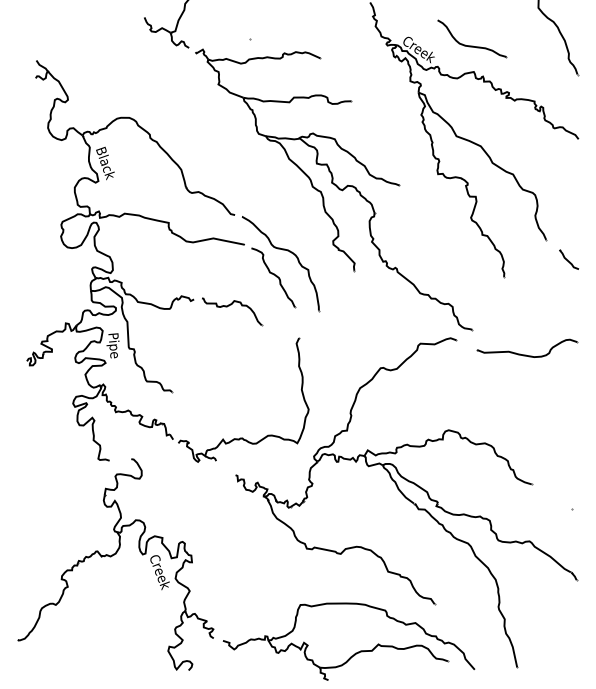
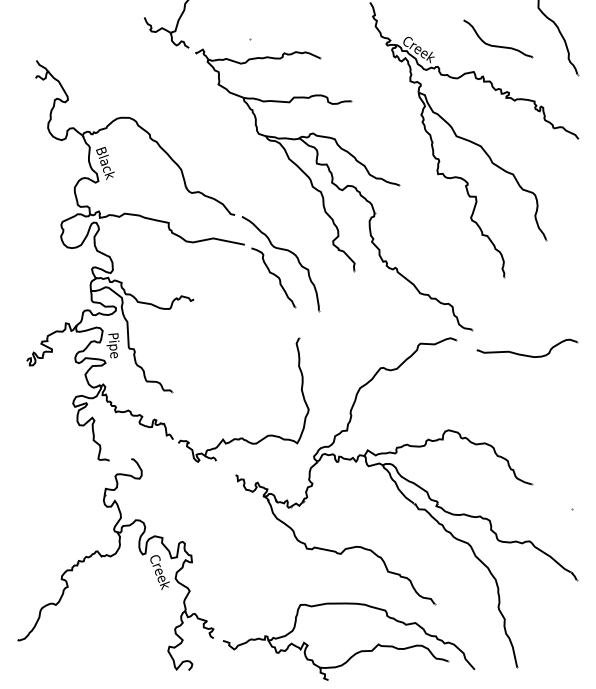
part at (472, 45) position: (472, 45) -> (498, 45)
part at (569, 259): present -> none
part at (232, 311): present -> none
